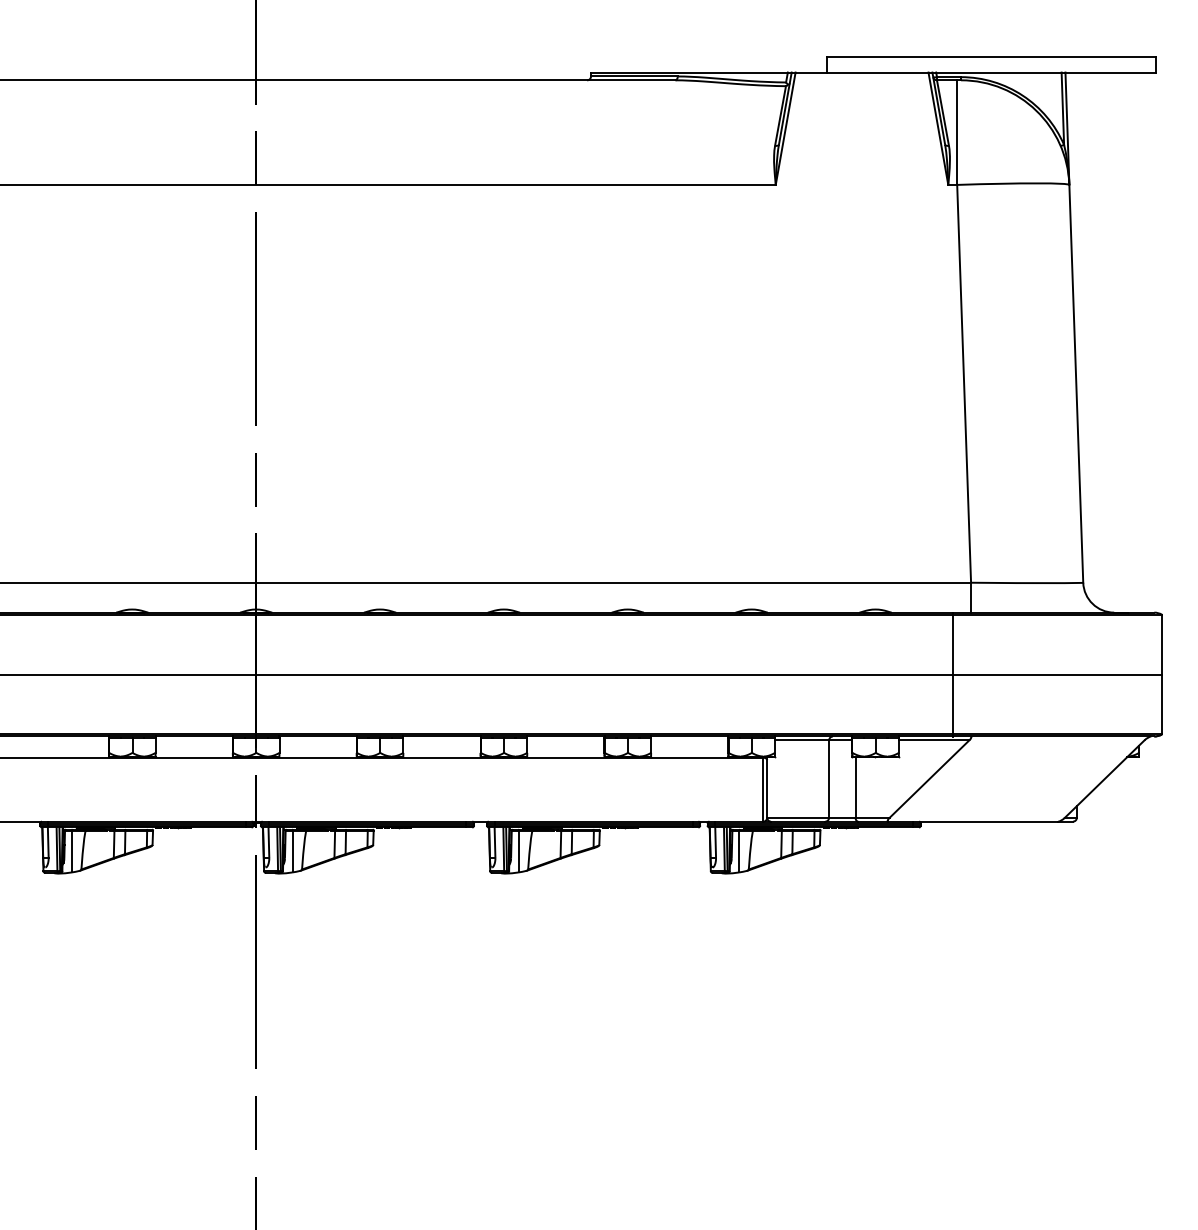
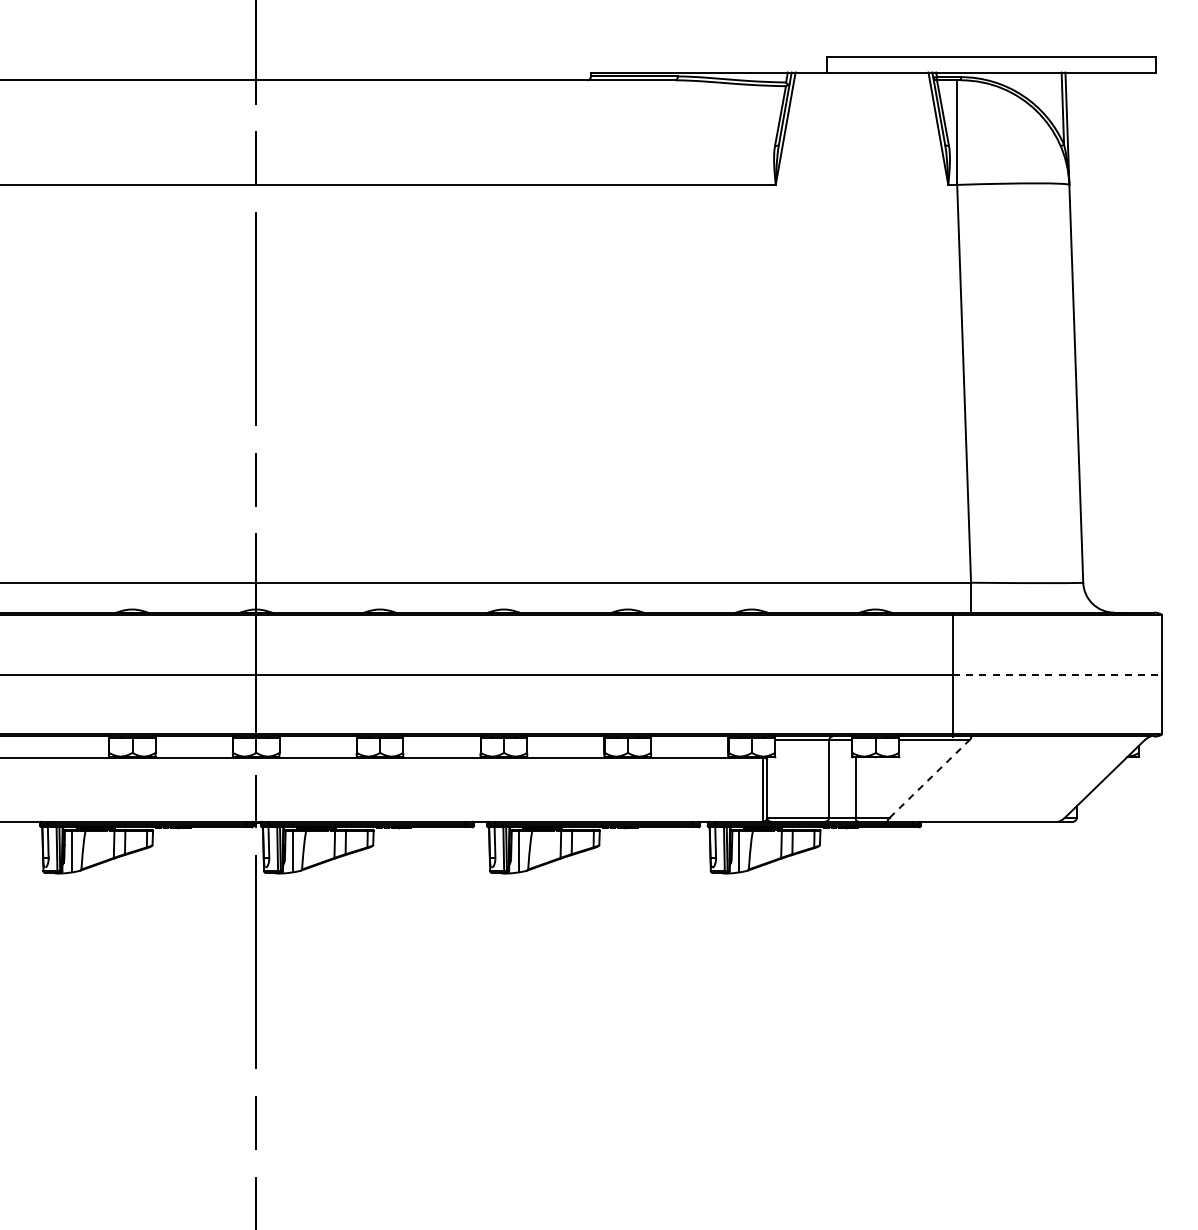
line at (1057, 674): solid -> dashed
line at (929, 779): solid -> dashed
